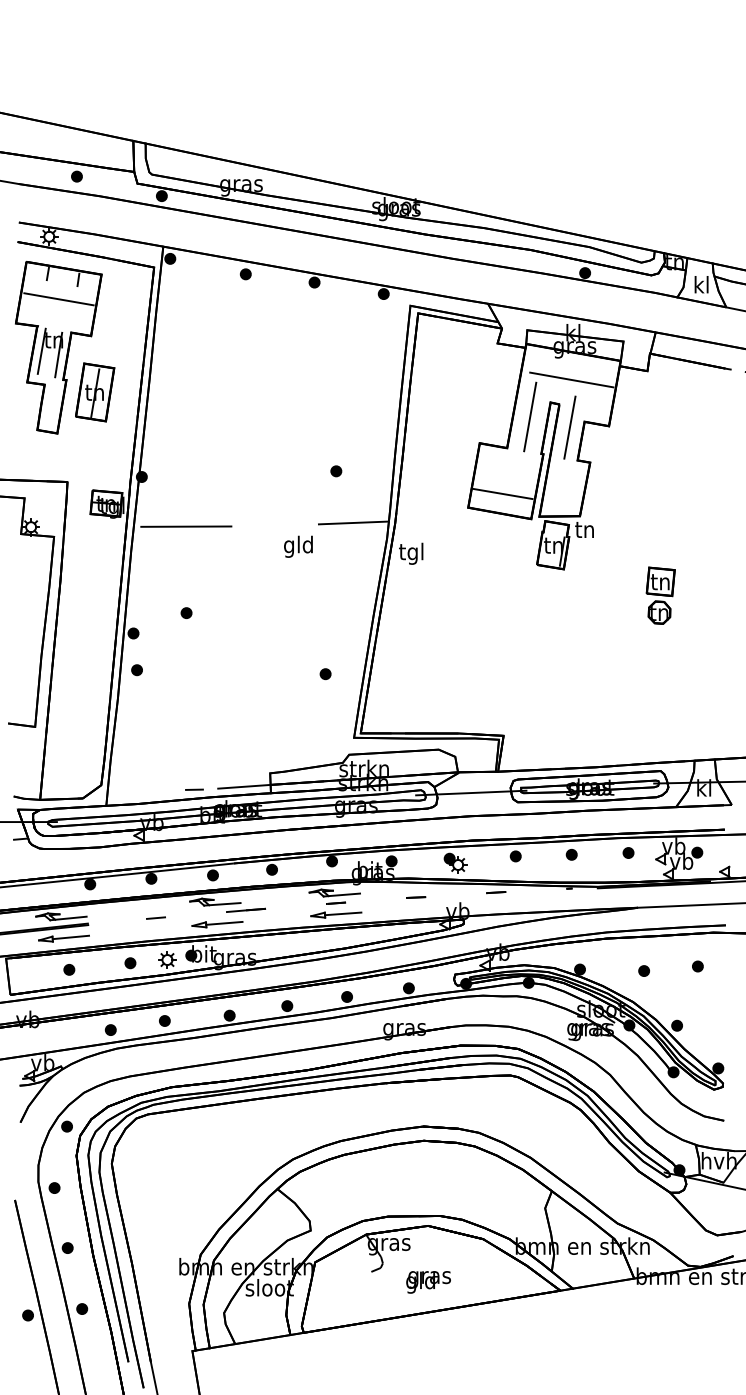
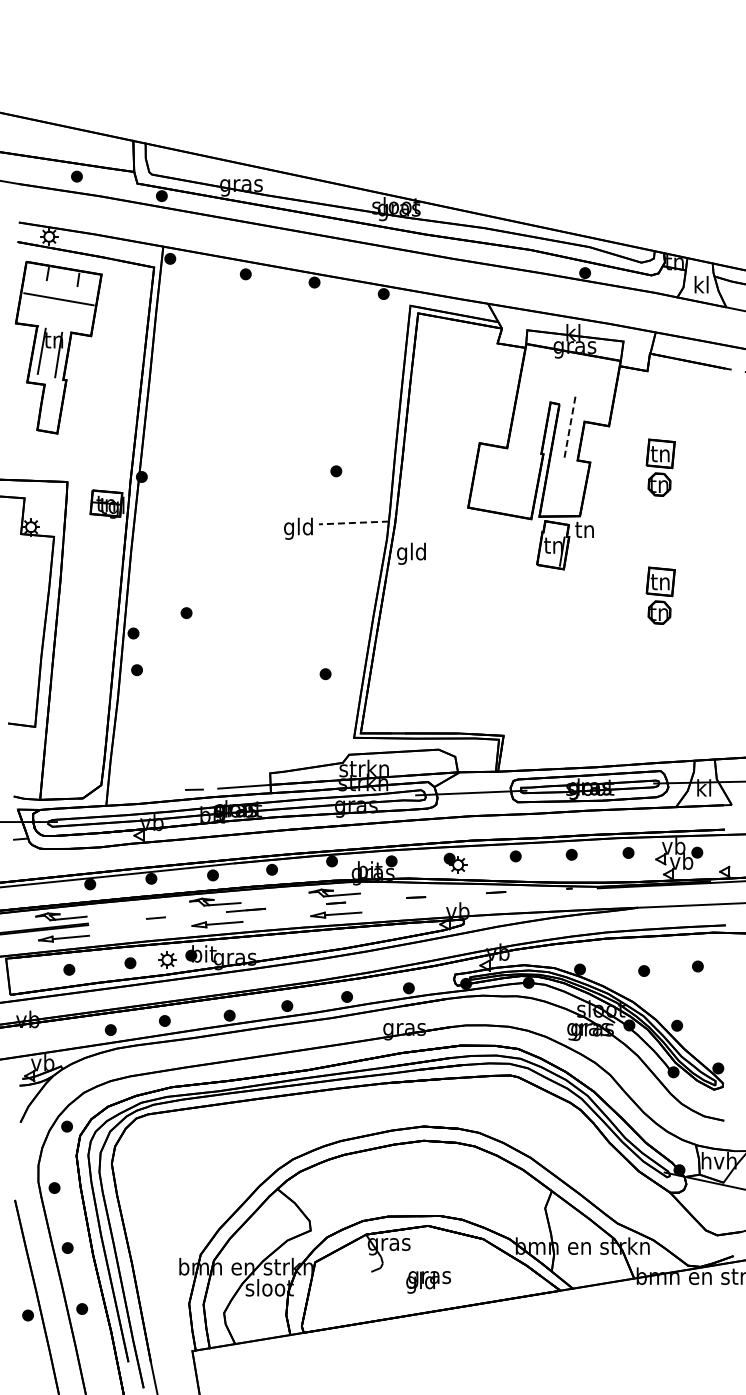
line at (571, 379): present -> none
part at (95, 392): present -> none
line at (530, 416): present -> none
line at (569, 428): solid -> dashed
part at (660, 467): none -> present
line at (502, 493): present -> none
line at (353, 522): solid -> dashed
line at (186, 526): present -> none
text at (298, 546) position: (298, 546) -> (298, 528)
text at (411, 553): tgl -> gld
